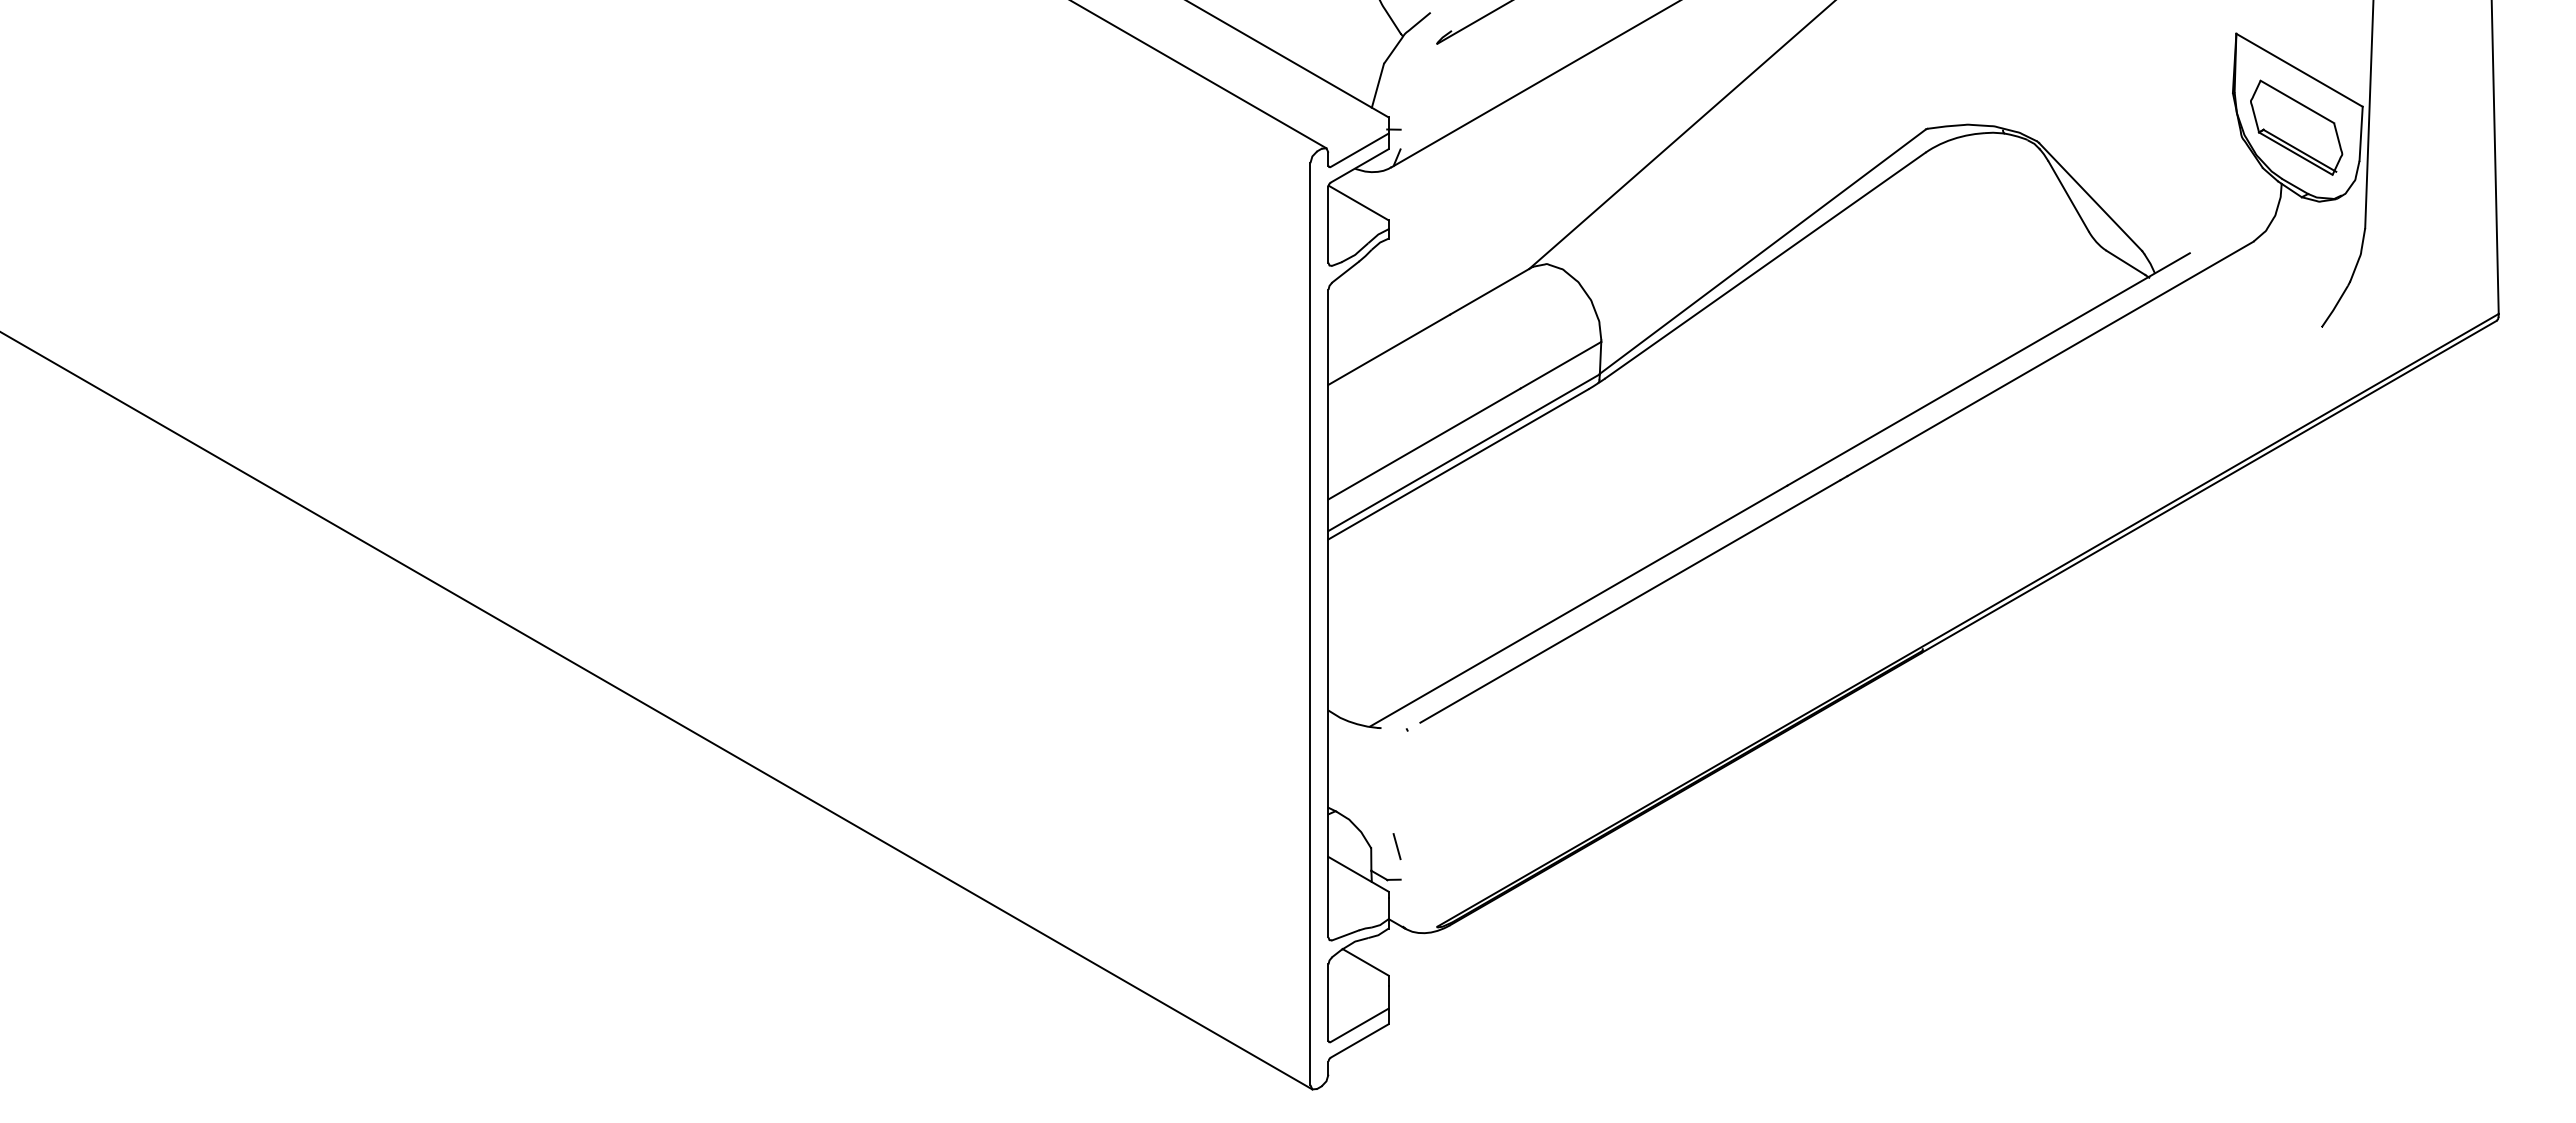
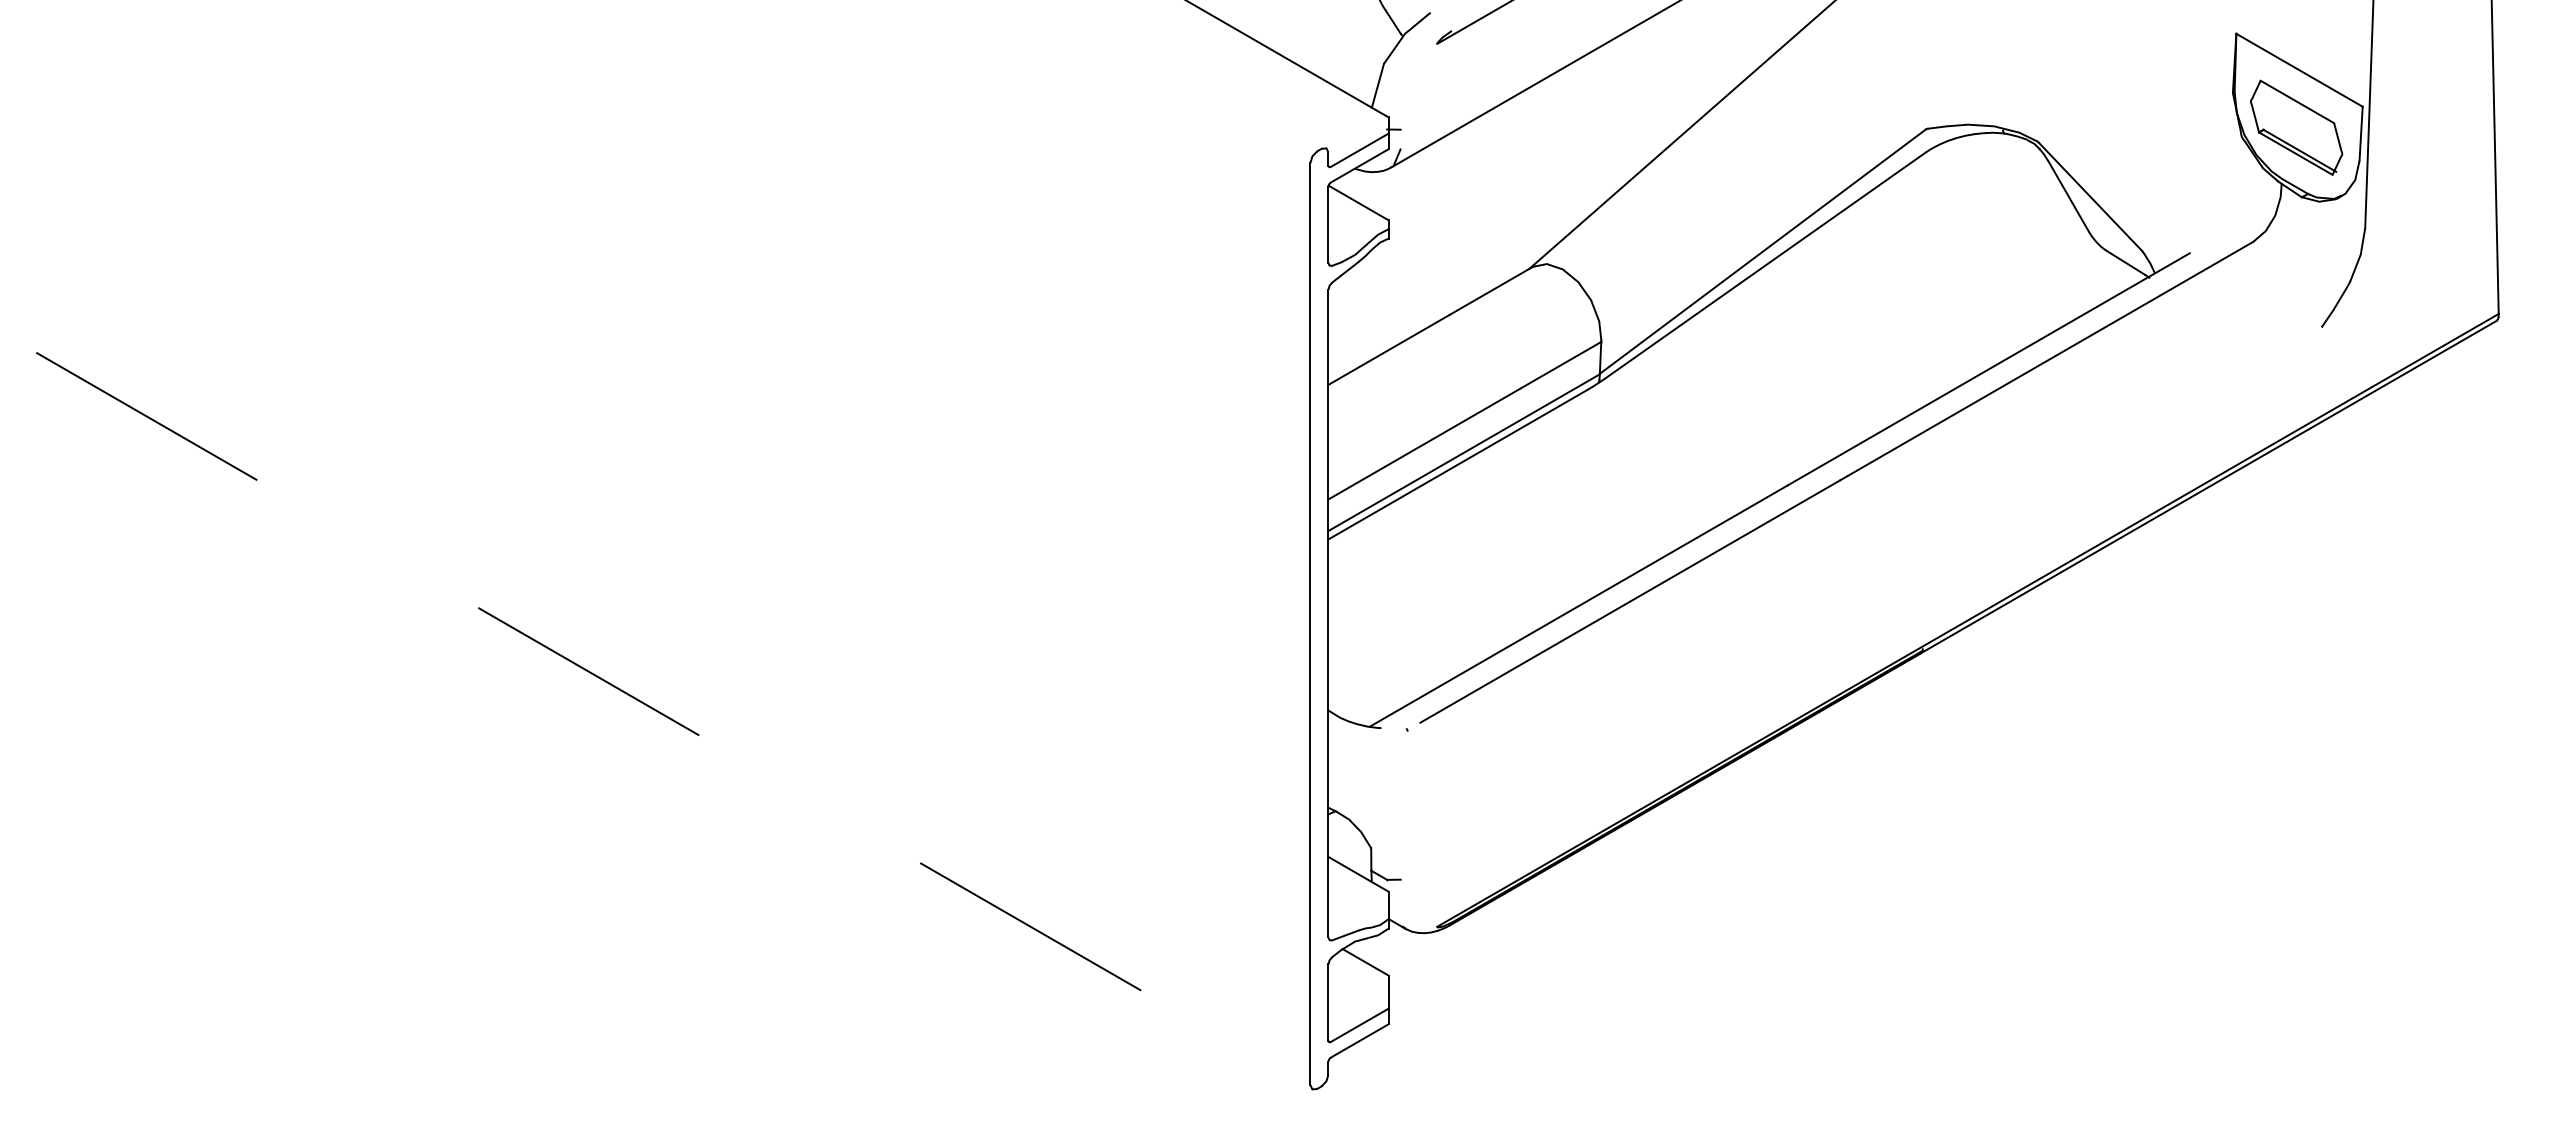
line at (1199, 75): present -> none
line at (656, 710): solid -> dashed
line at (1396, 846): present -> none
